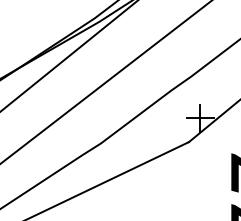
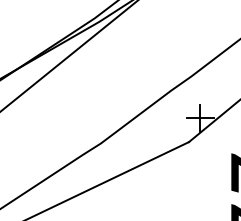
line at (105, 82): present -> none
